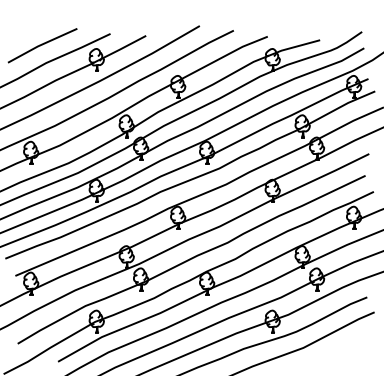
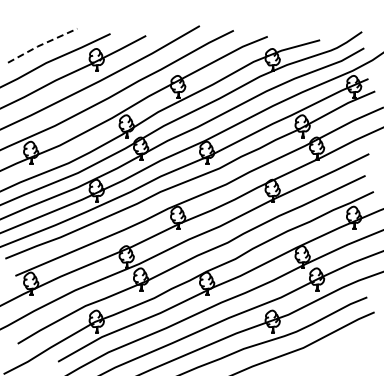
line at (41, 44): solid -> dashed
